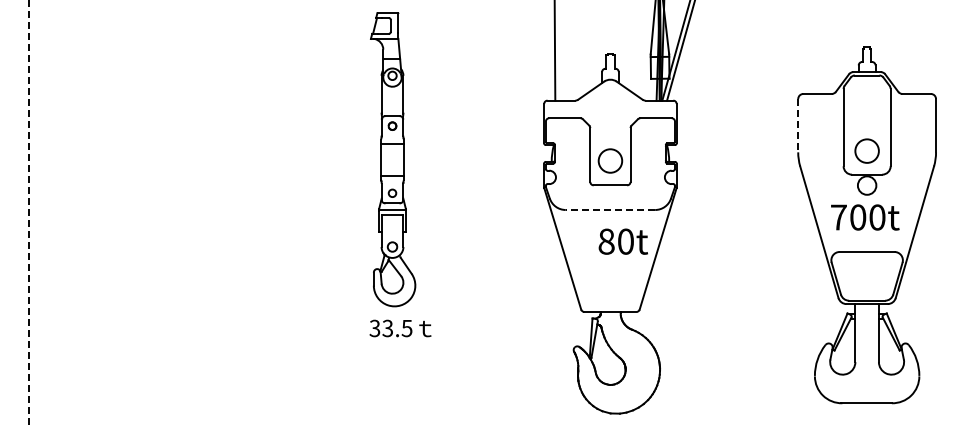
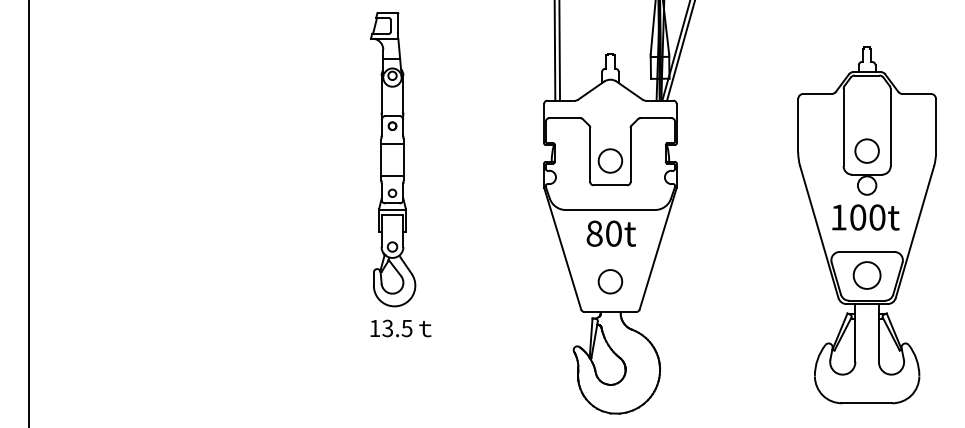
line at (559, 51): none -> present
line at (798, 125): dashed -> solid
line at (610, 210): dashed -> solid
line at (28, 213): dashed -> solid
text at (838, 217): 700t -> 100t
text at (622, 241) position: (622, 241) -> (610, 233)
circle at (866, 275): none -> present
circle at (610, 281): none -> present
text at (374, 328): 33.5 -> 13.5
